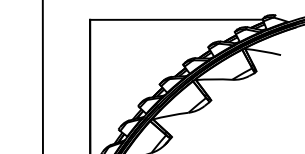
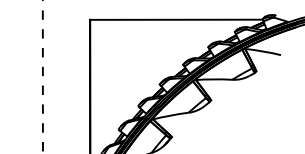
line at (42, 77): solid -> dashed
